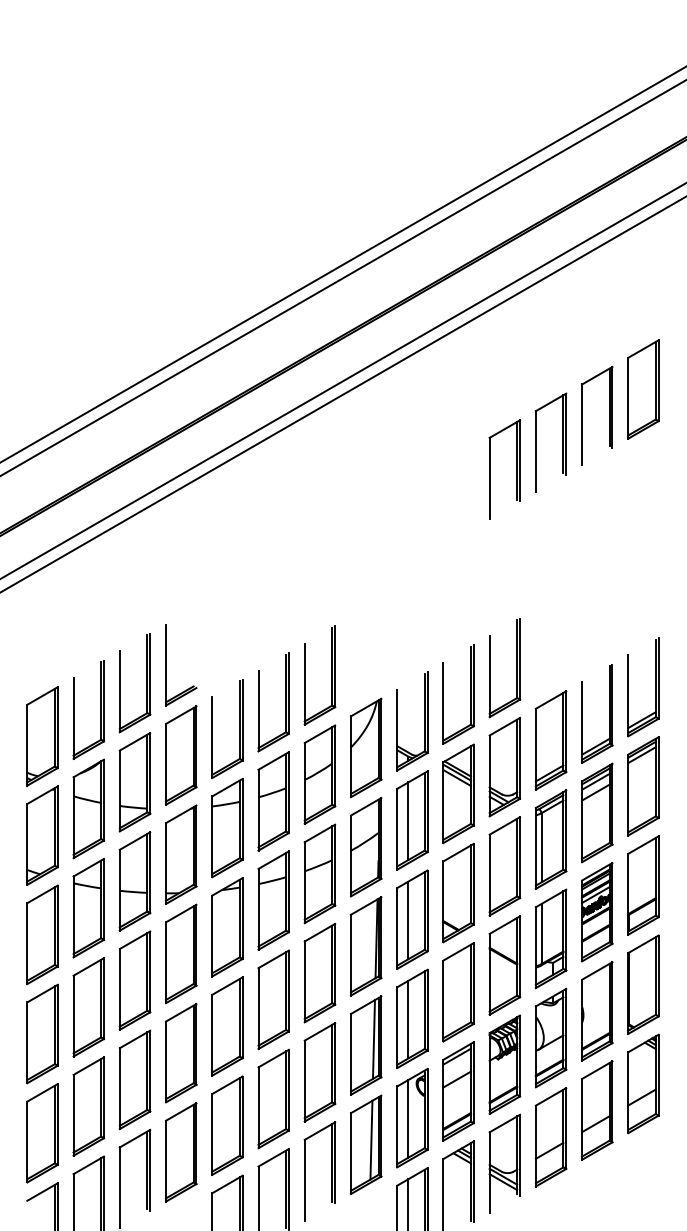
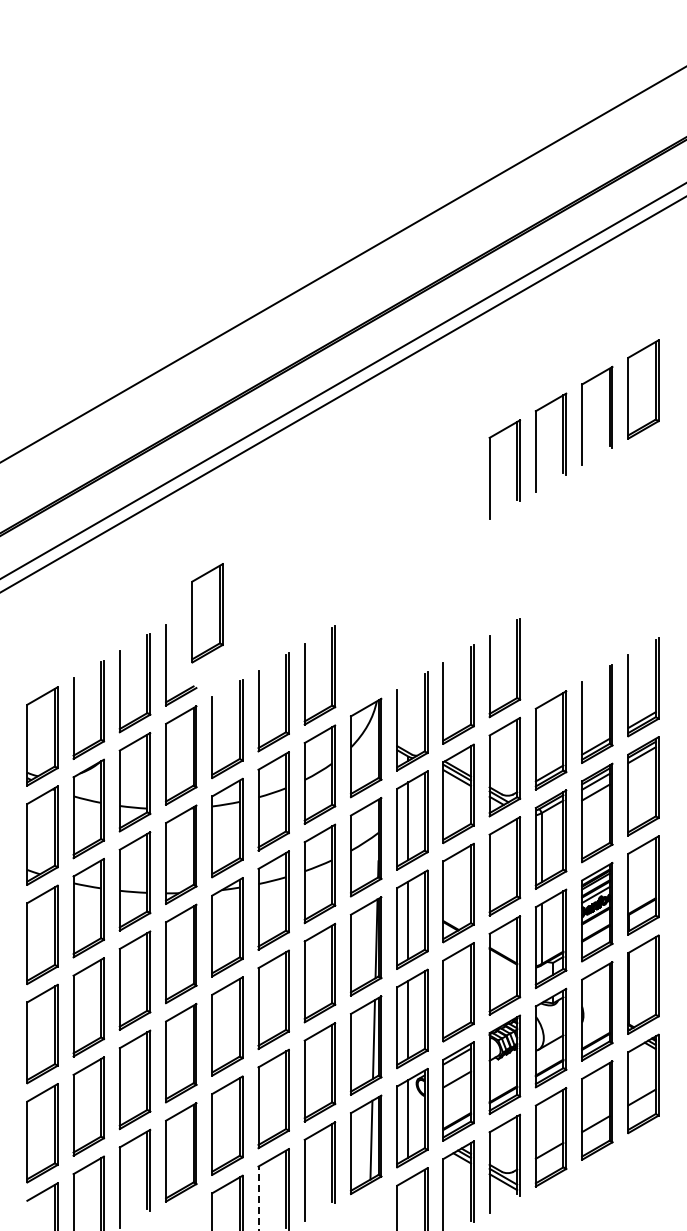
line at (342, 278): present -> none
part at (207, 613): none -> present
line at (258, 1198): solid -> dashed
line at (408, 1203): present -> none
